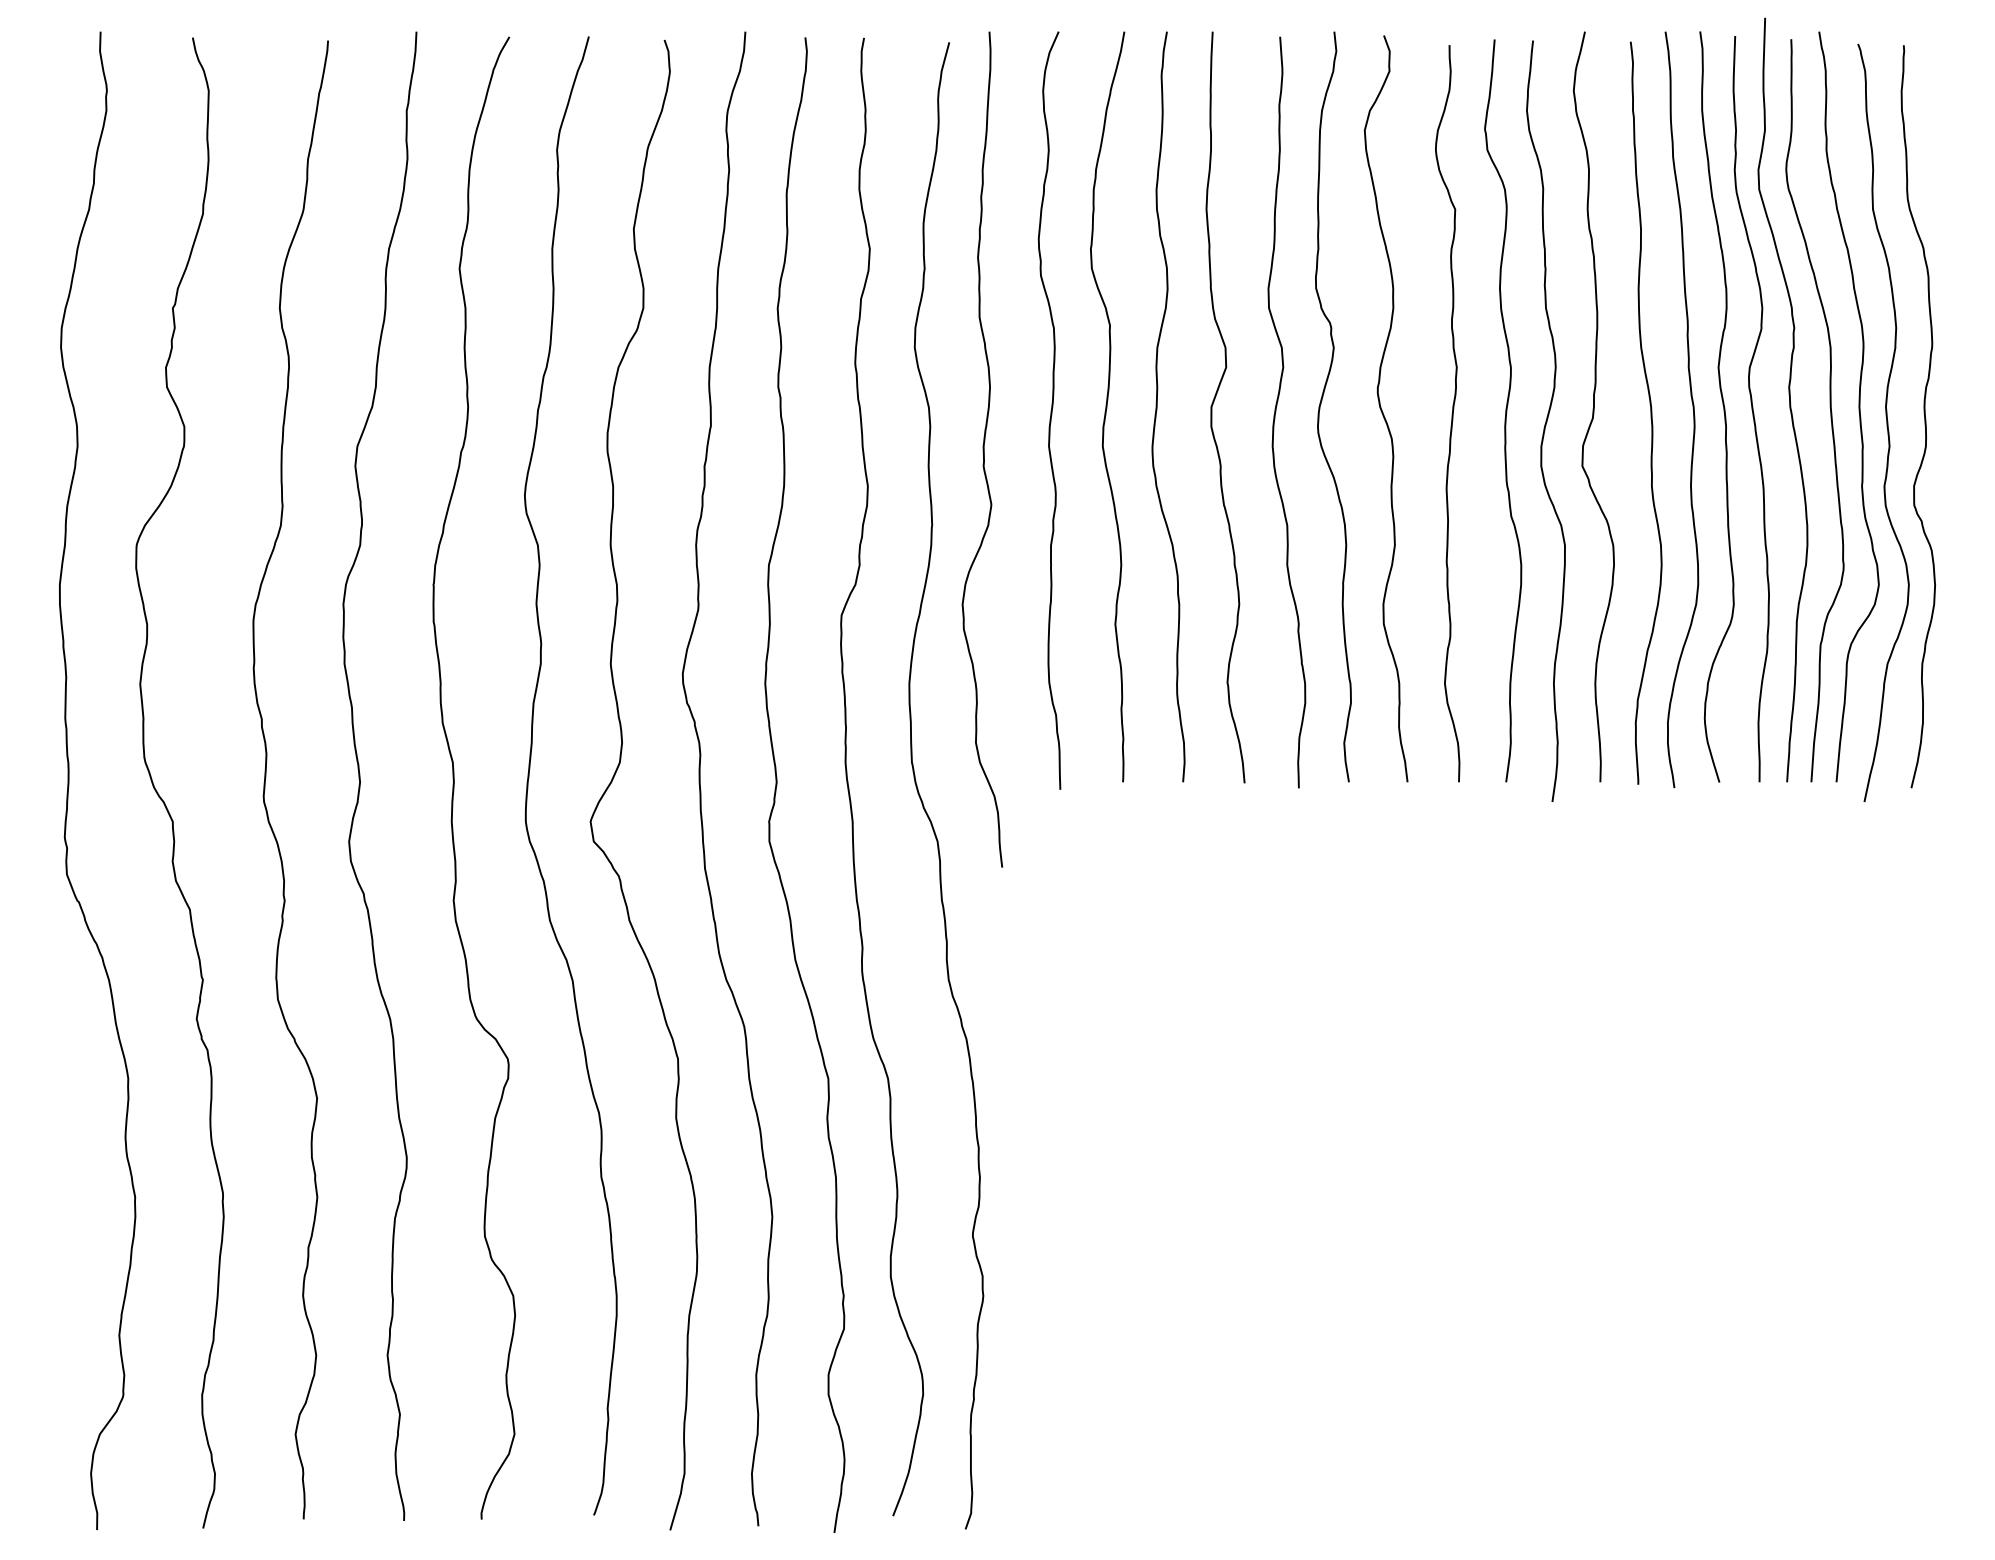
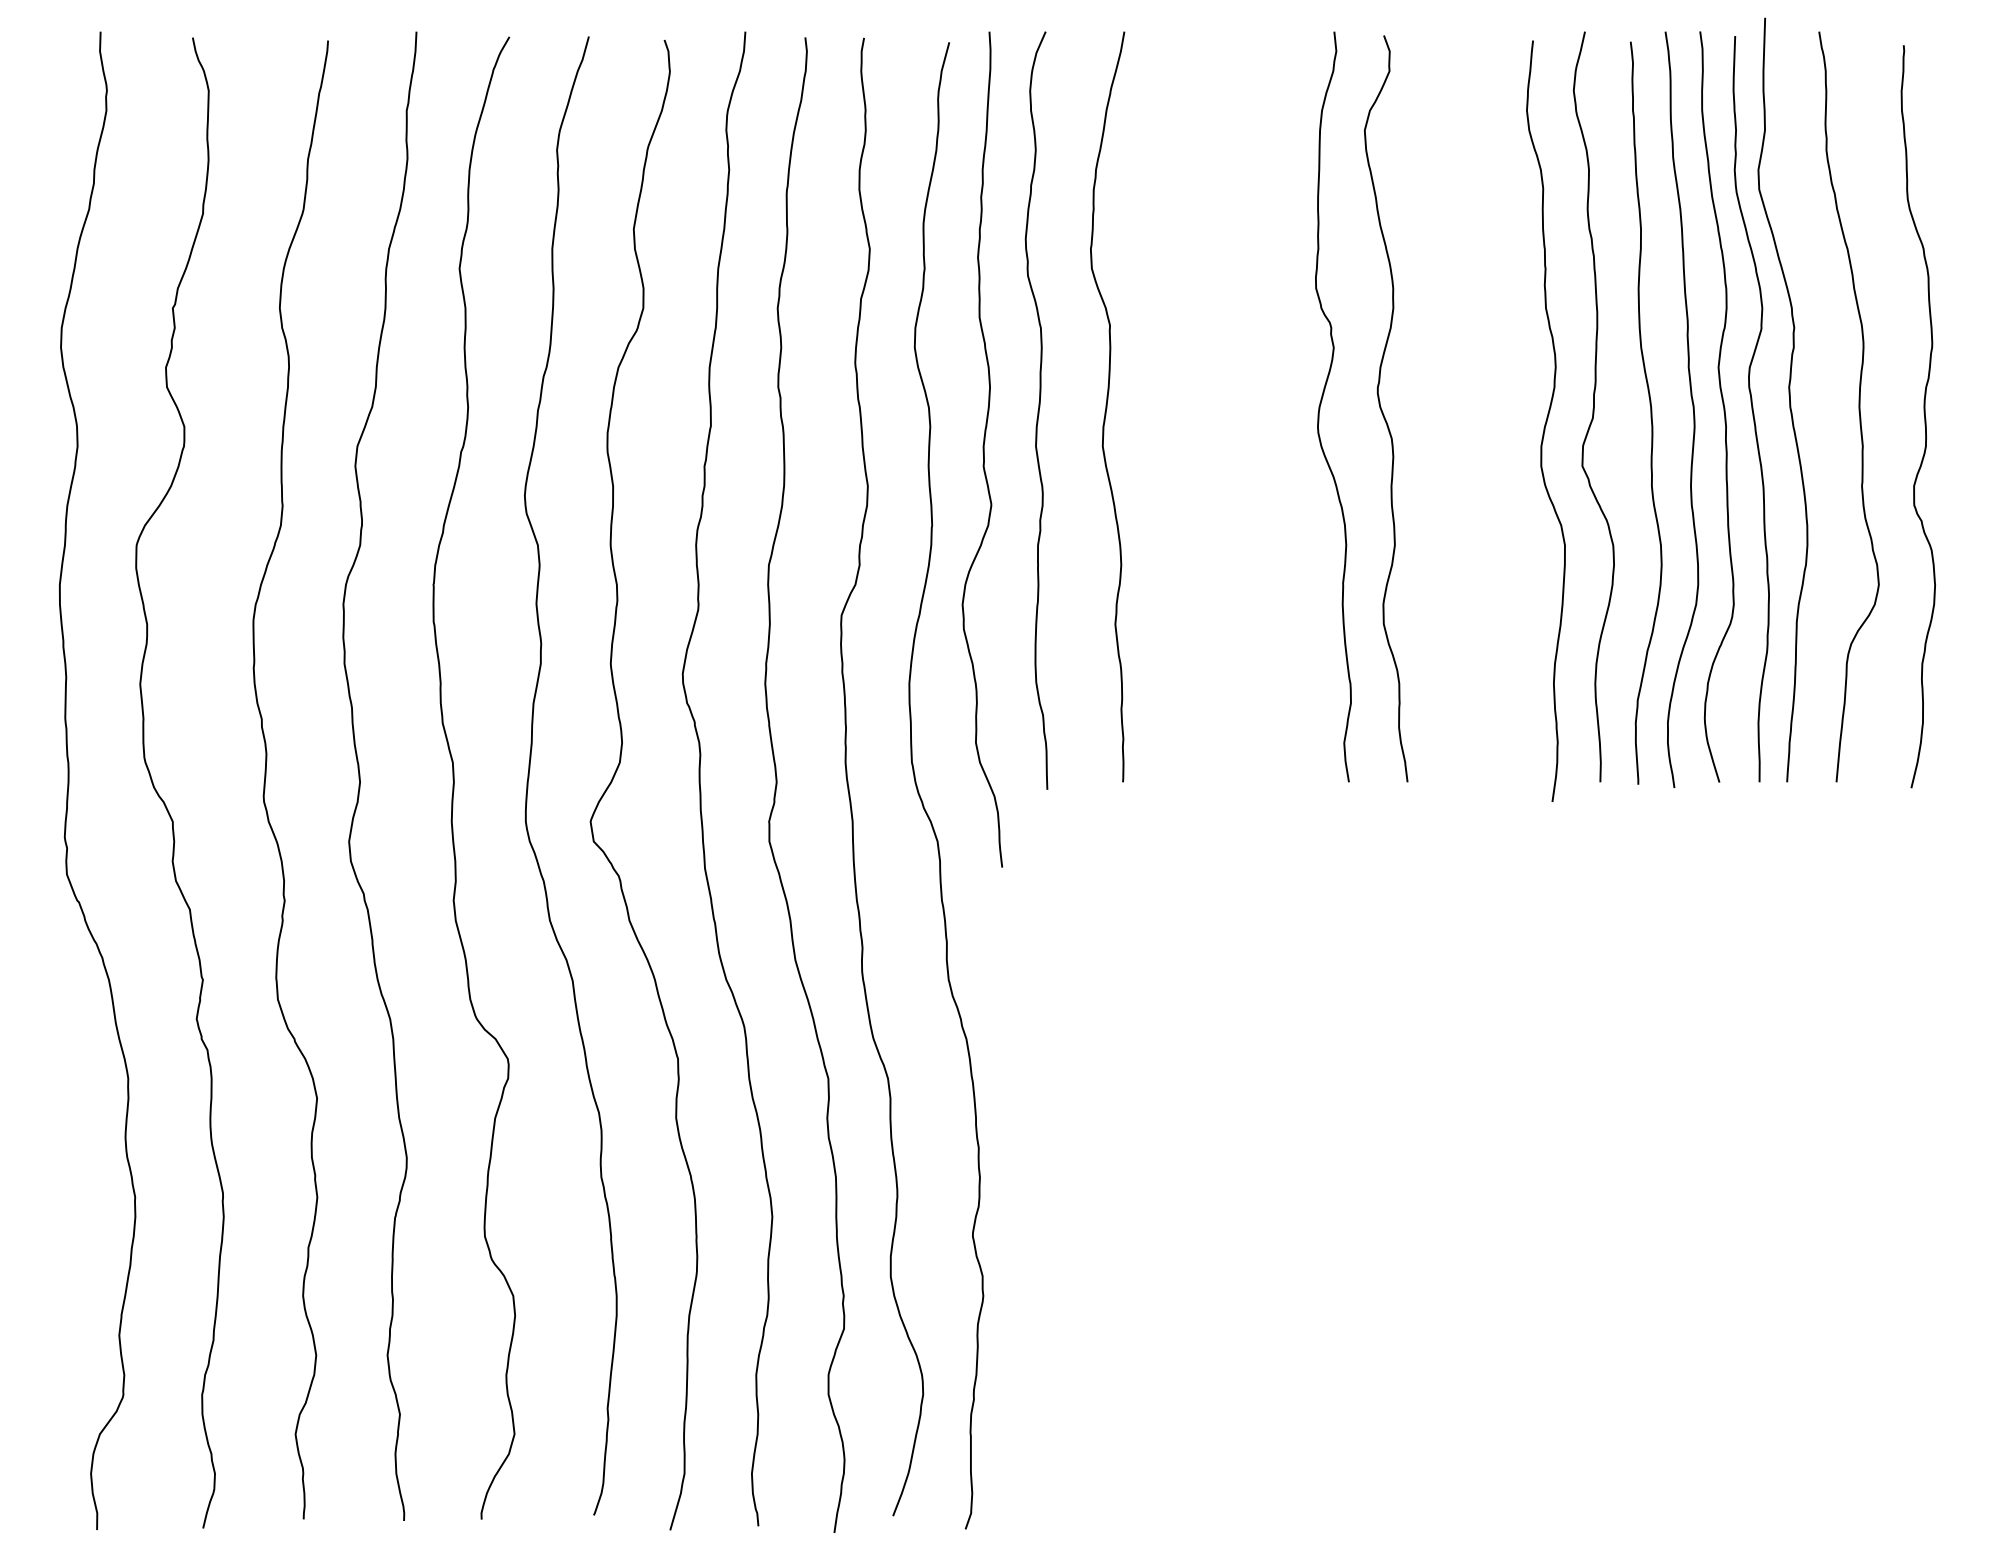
curve at (1214, 402): present -> none
curve at (1157, 406): present -> none
curve at (1829, 407): present -> none
curve at (1050, 410) position: (1050, 410) -> (1037, 410)
curve at (1505, 410): present -> none
curve at (1276, 412): present -> none
curve at (1451, 413): present -> none
curve at (1886, 422): present -> none
